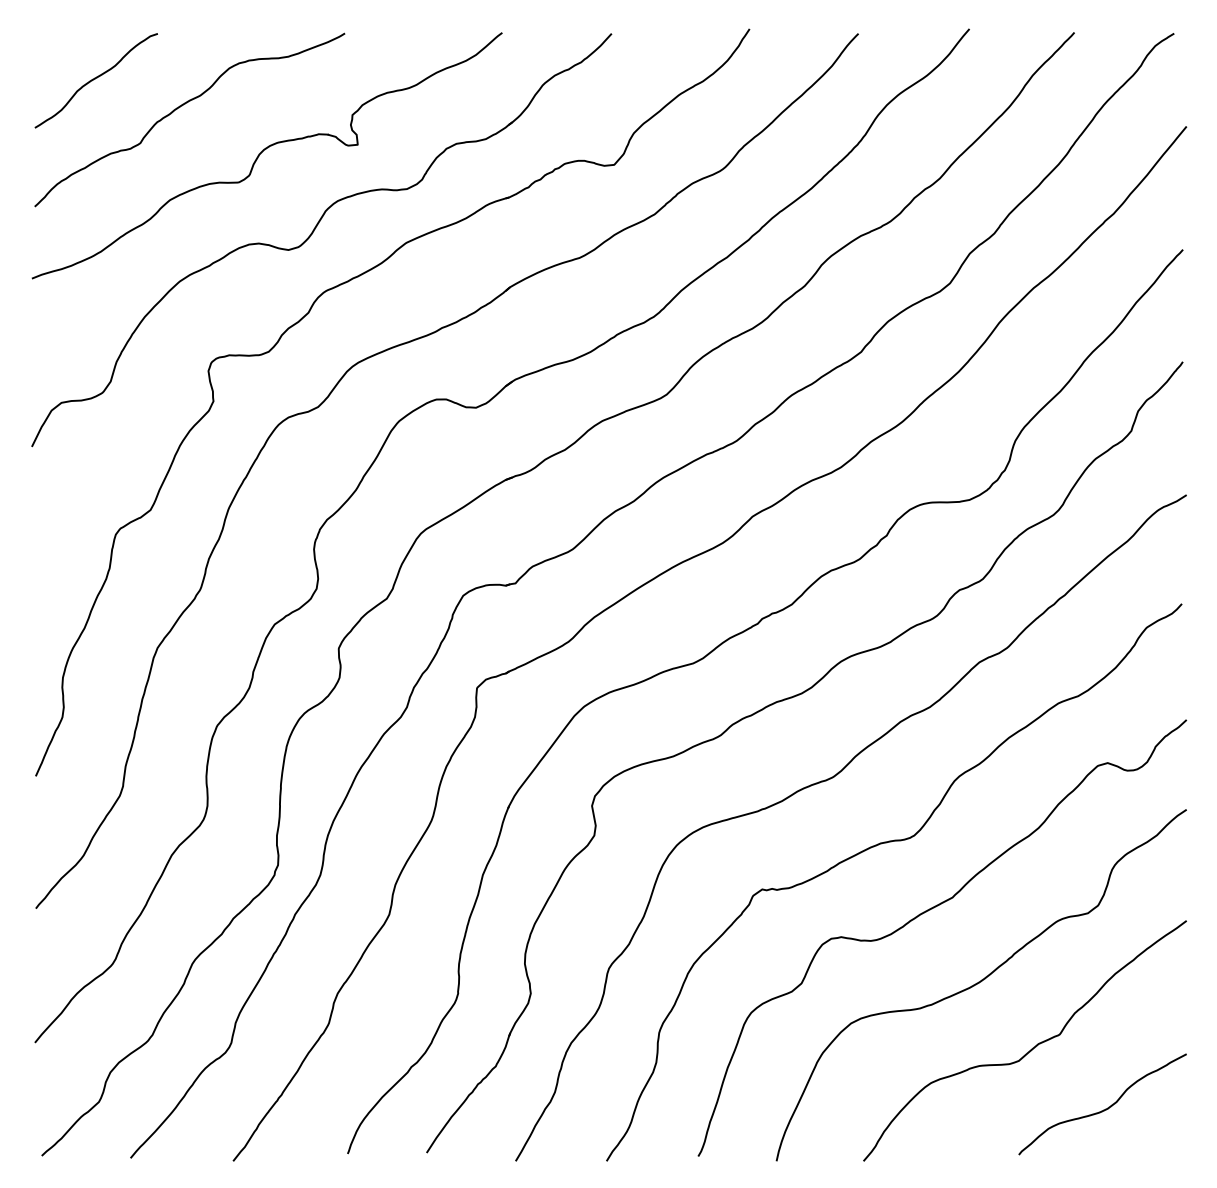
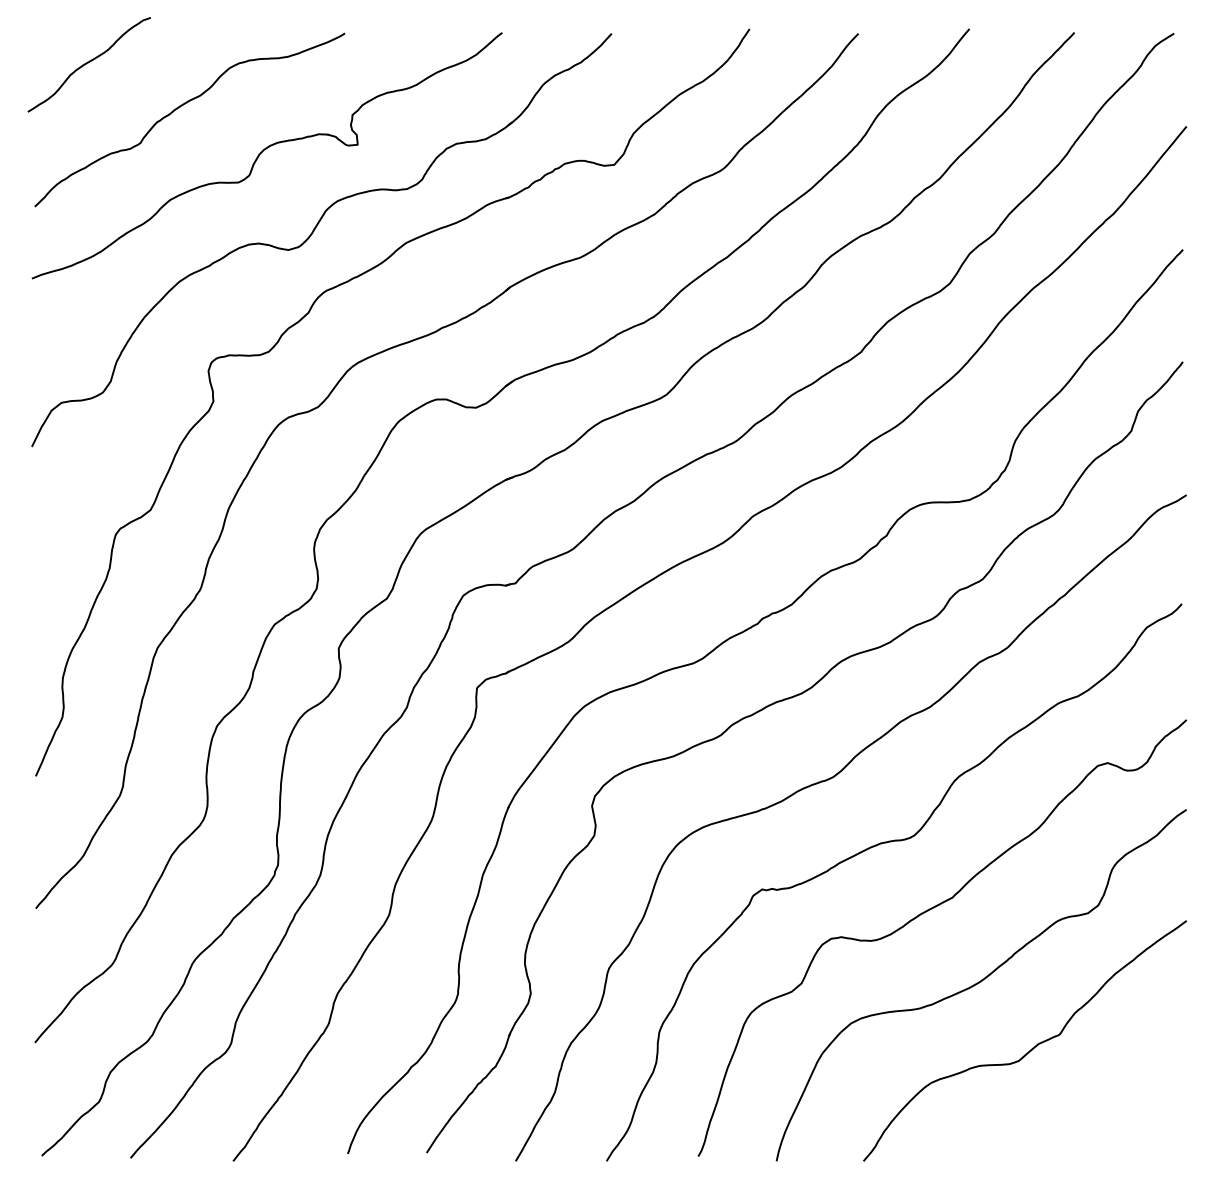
curve at (95, 79) position: (95, 79) -> (88, 63)
curve at (1105, 1108): present -> none
